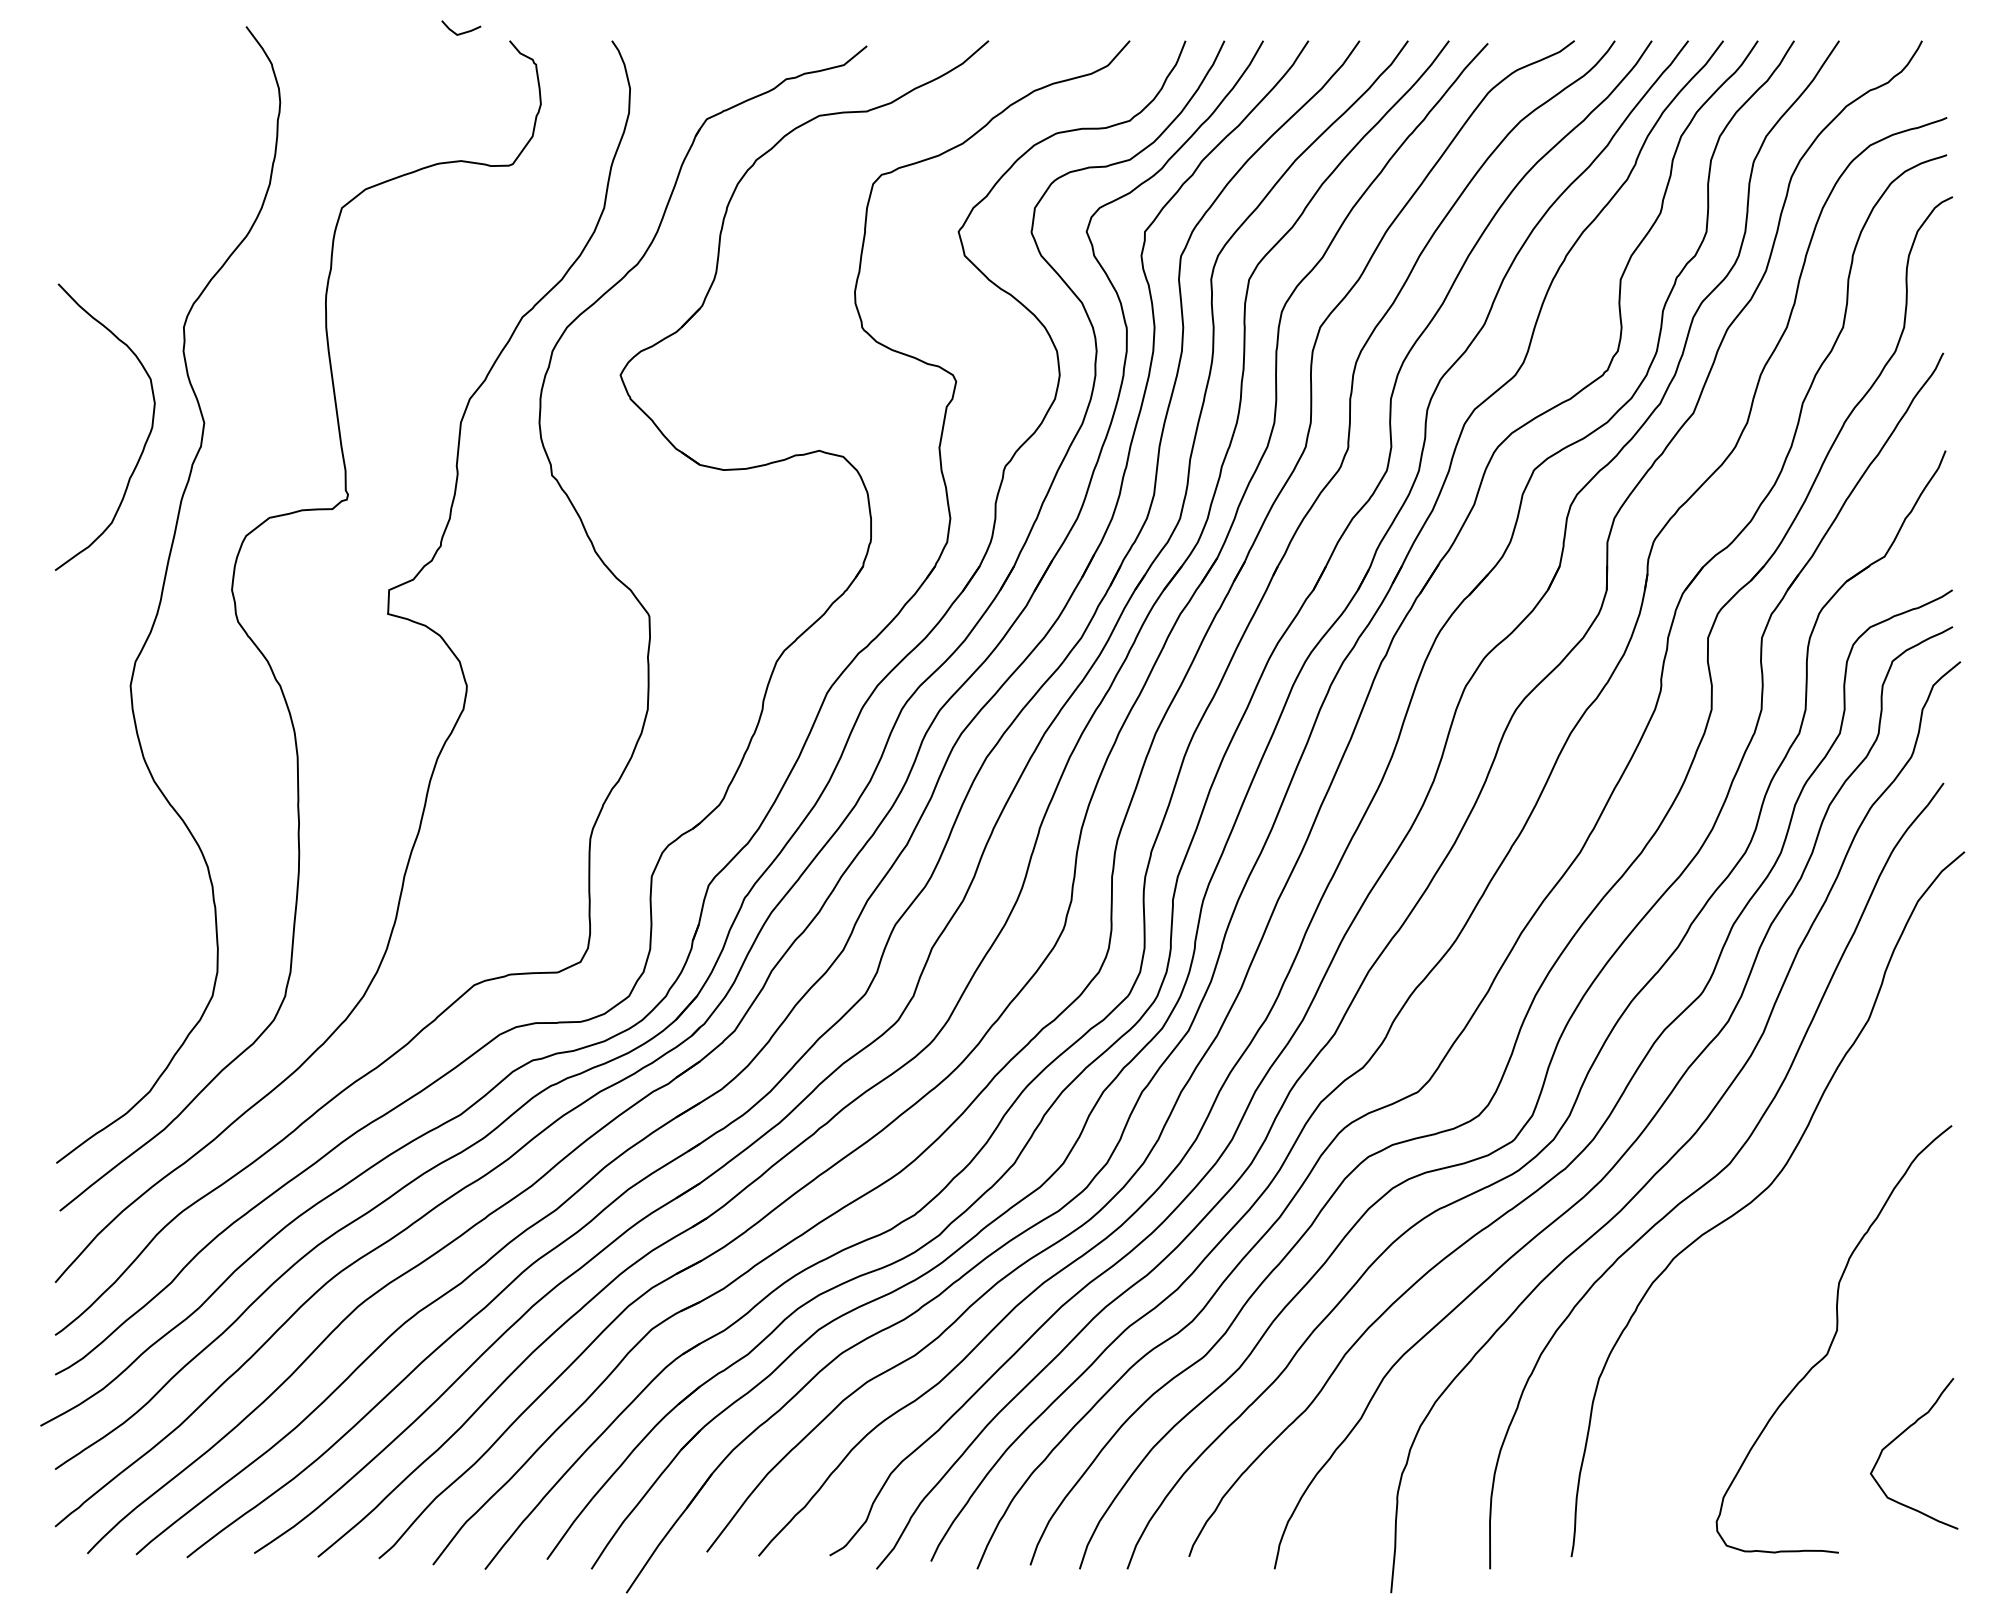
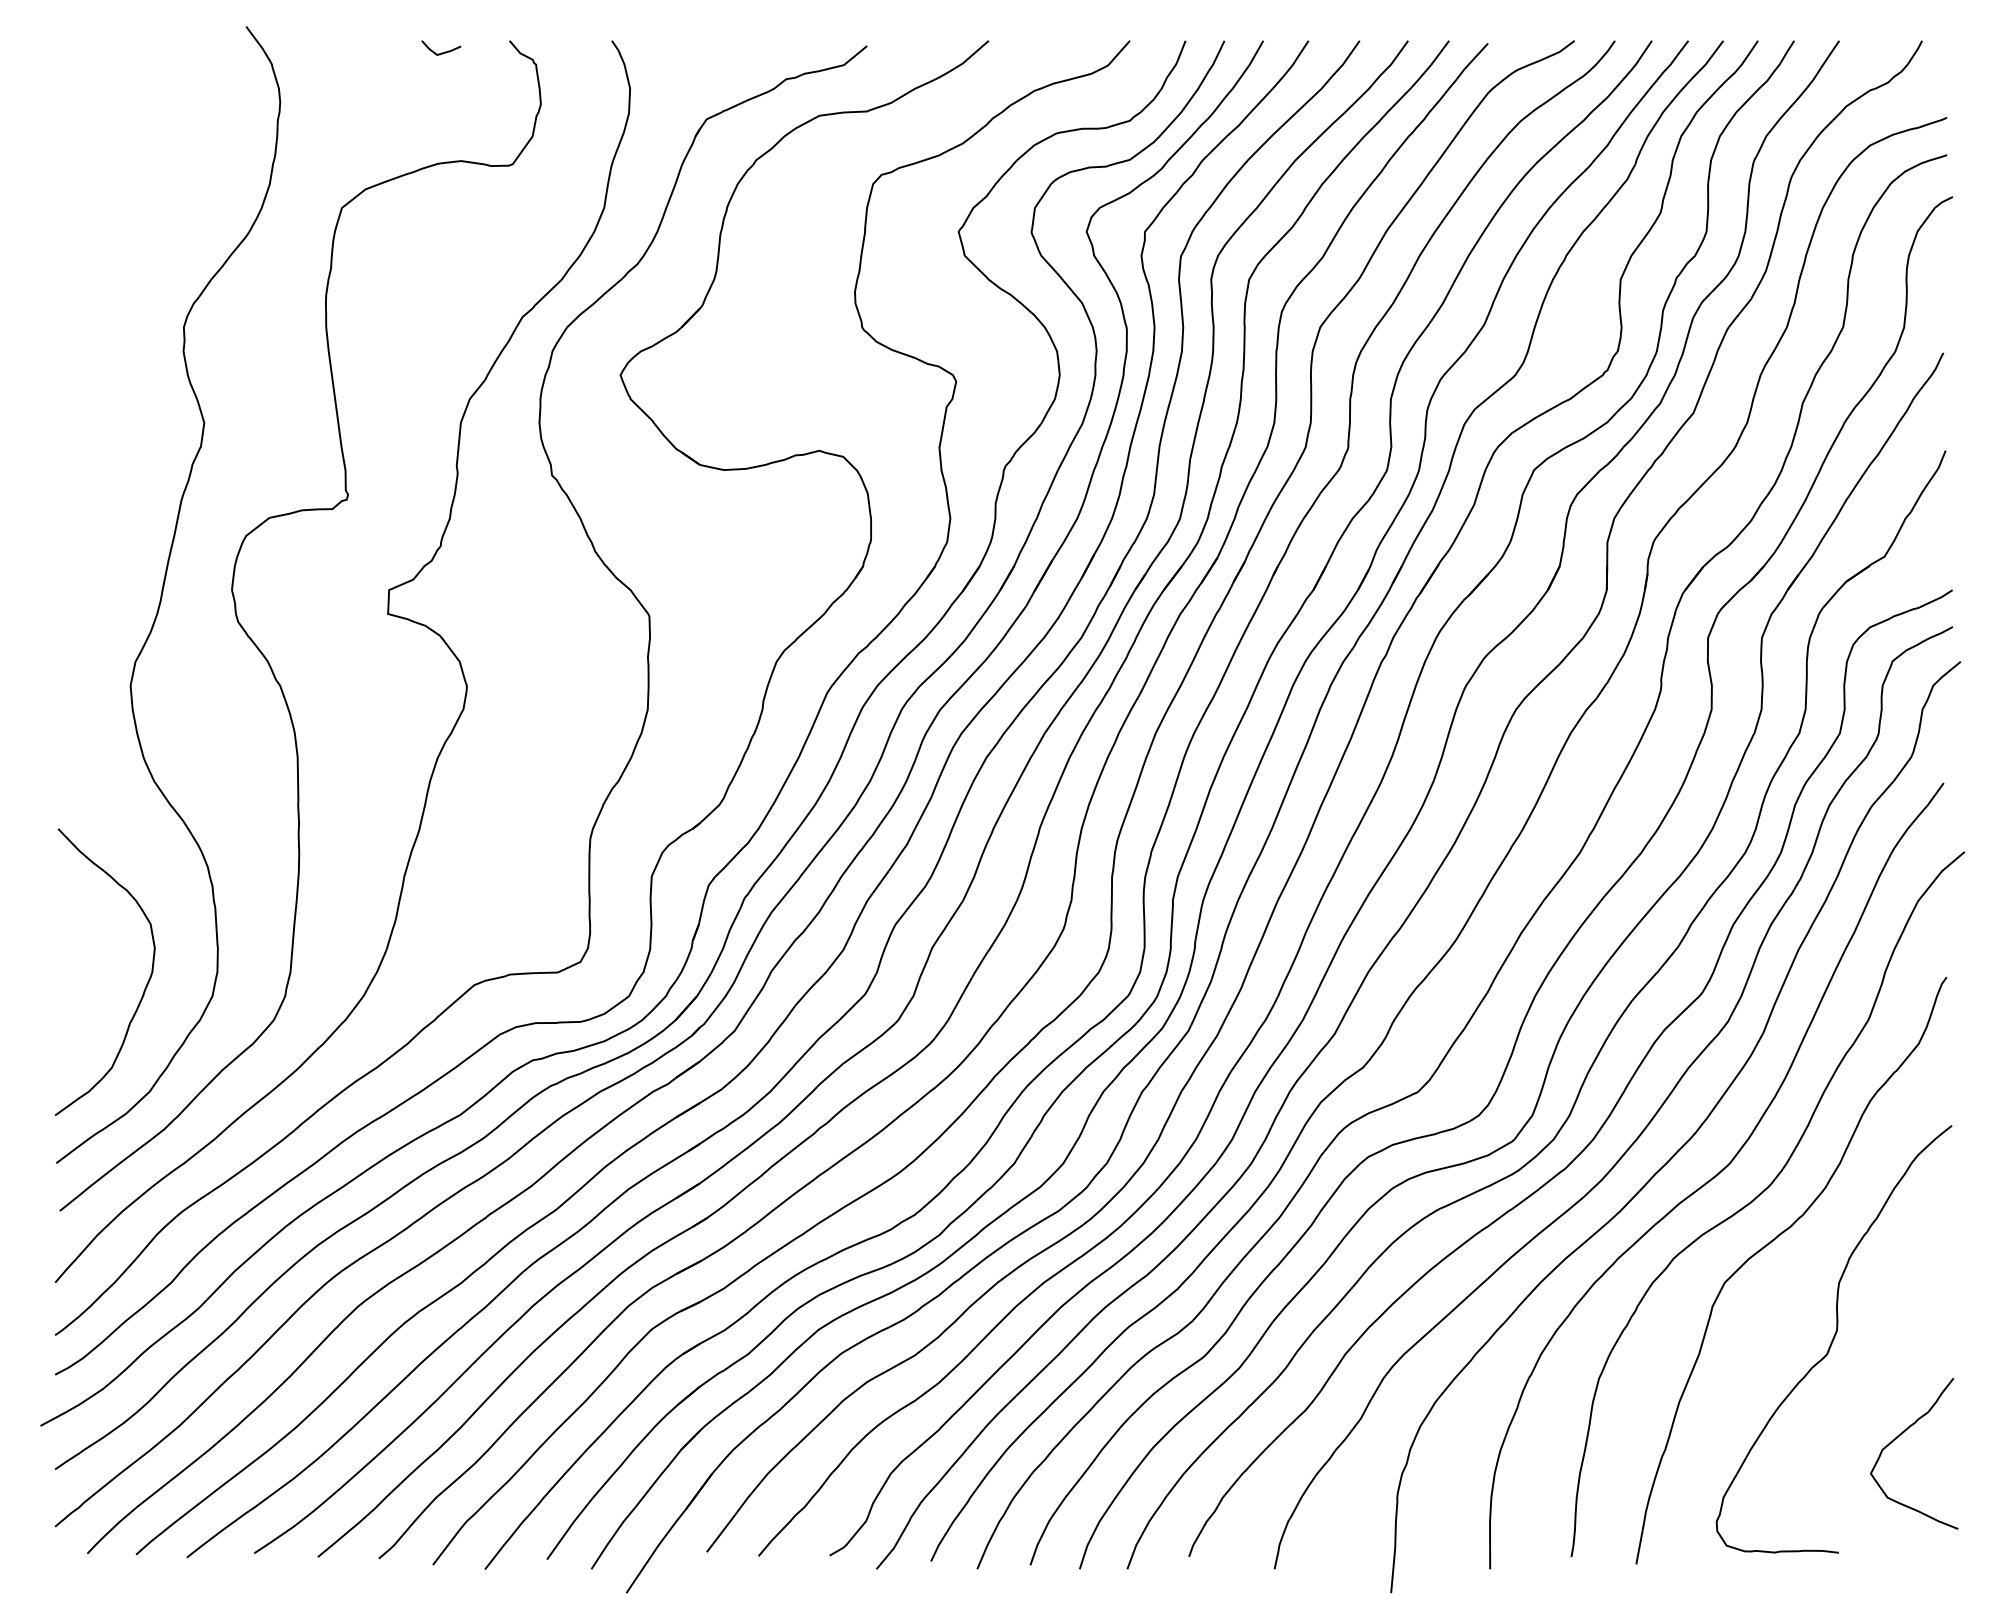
line at (464, 31) position: (464, 31) -> (444, 51)
curve at (144, 443) position: (144, 443) -> (144, 988)
curve at (1772, 1242): none -> present
